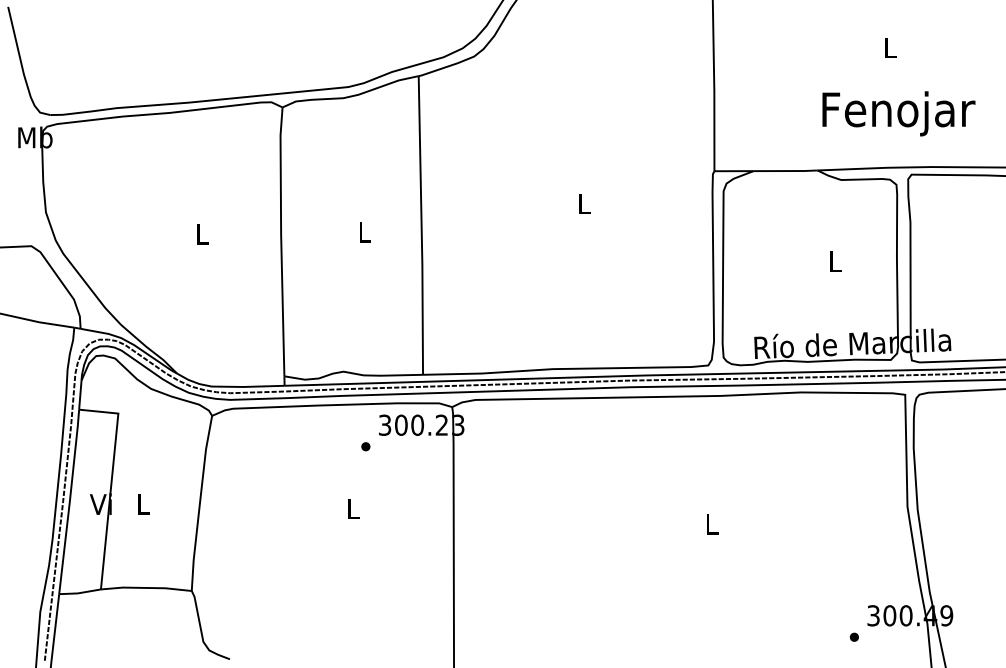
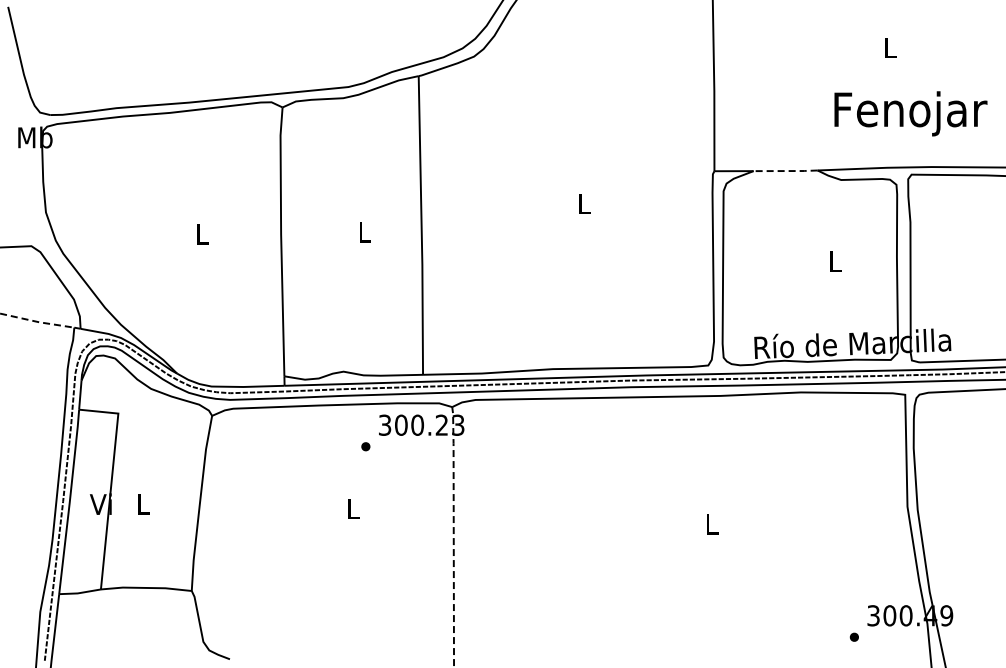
text at (898, 113) position: (898, 113) -> (910, 113)
line at (786, 171): solid -> dashed
line at (38, 322): solid -> dashed
line at (453, 535): solid -> dashed
